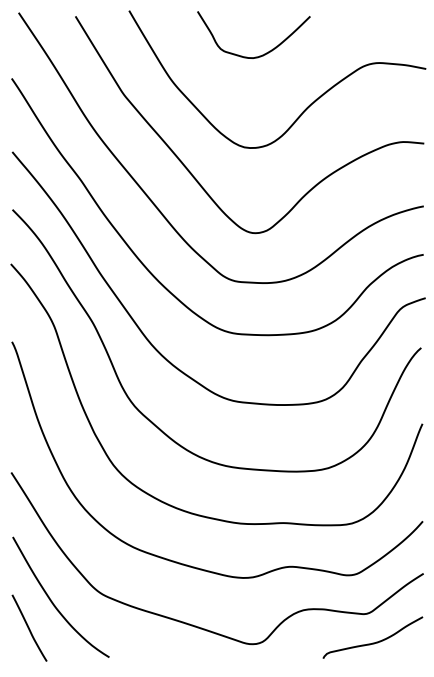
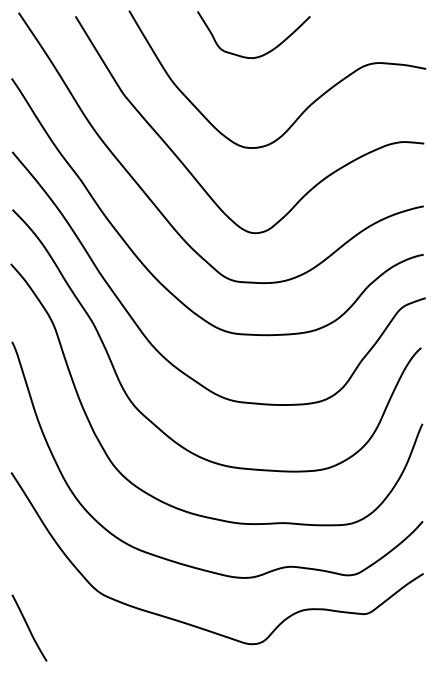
curve at (53, 602): present -> none
curve at (372, 642): present -> none
